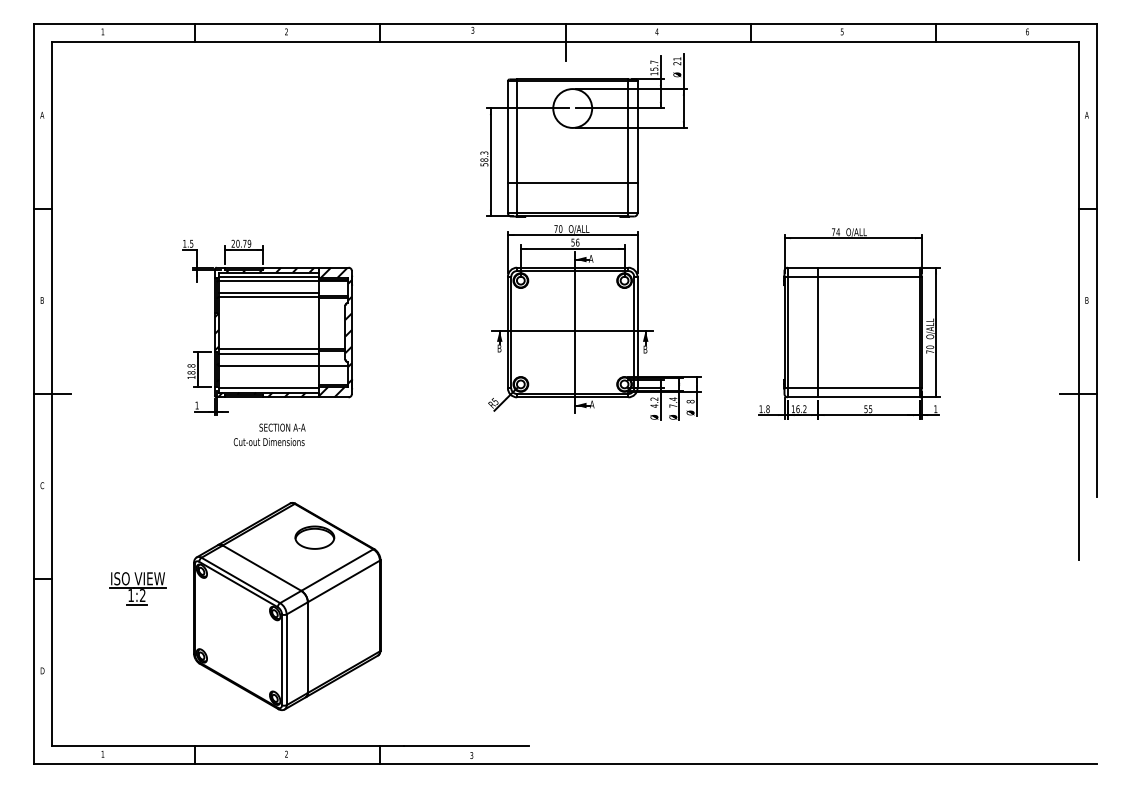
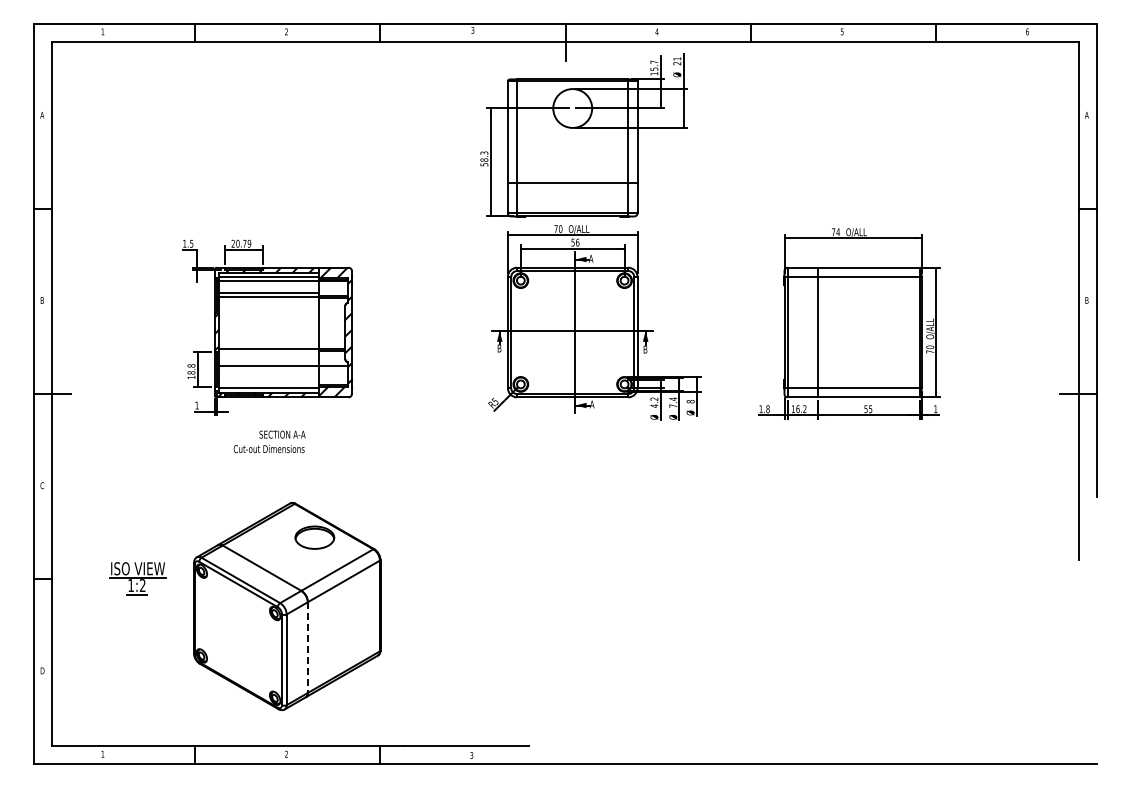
line at (268, 353): present -> none
text at (269, 434) position: (269, 434) -> (269, 441)
part at (137, 588) position: (137, 588) -> (137, 578)
line at (307, 648): solid -> dashed
